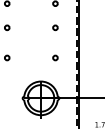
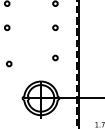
circle at (7, 57) position: (7, 57) -> (9, 63)
